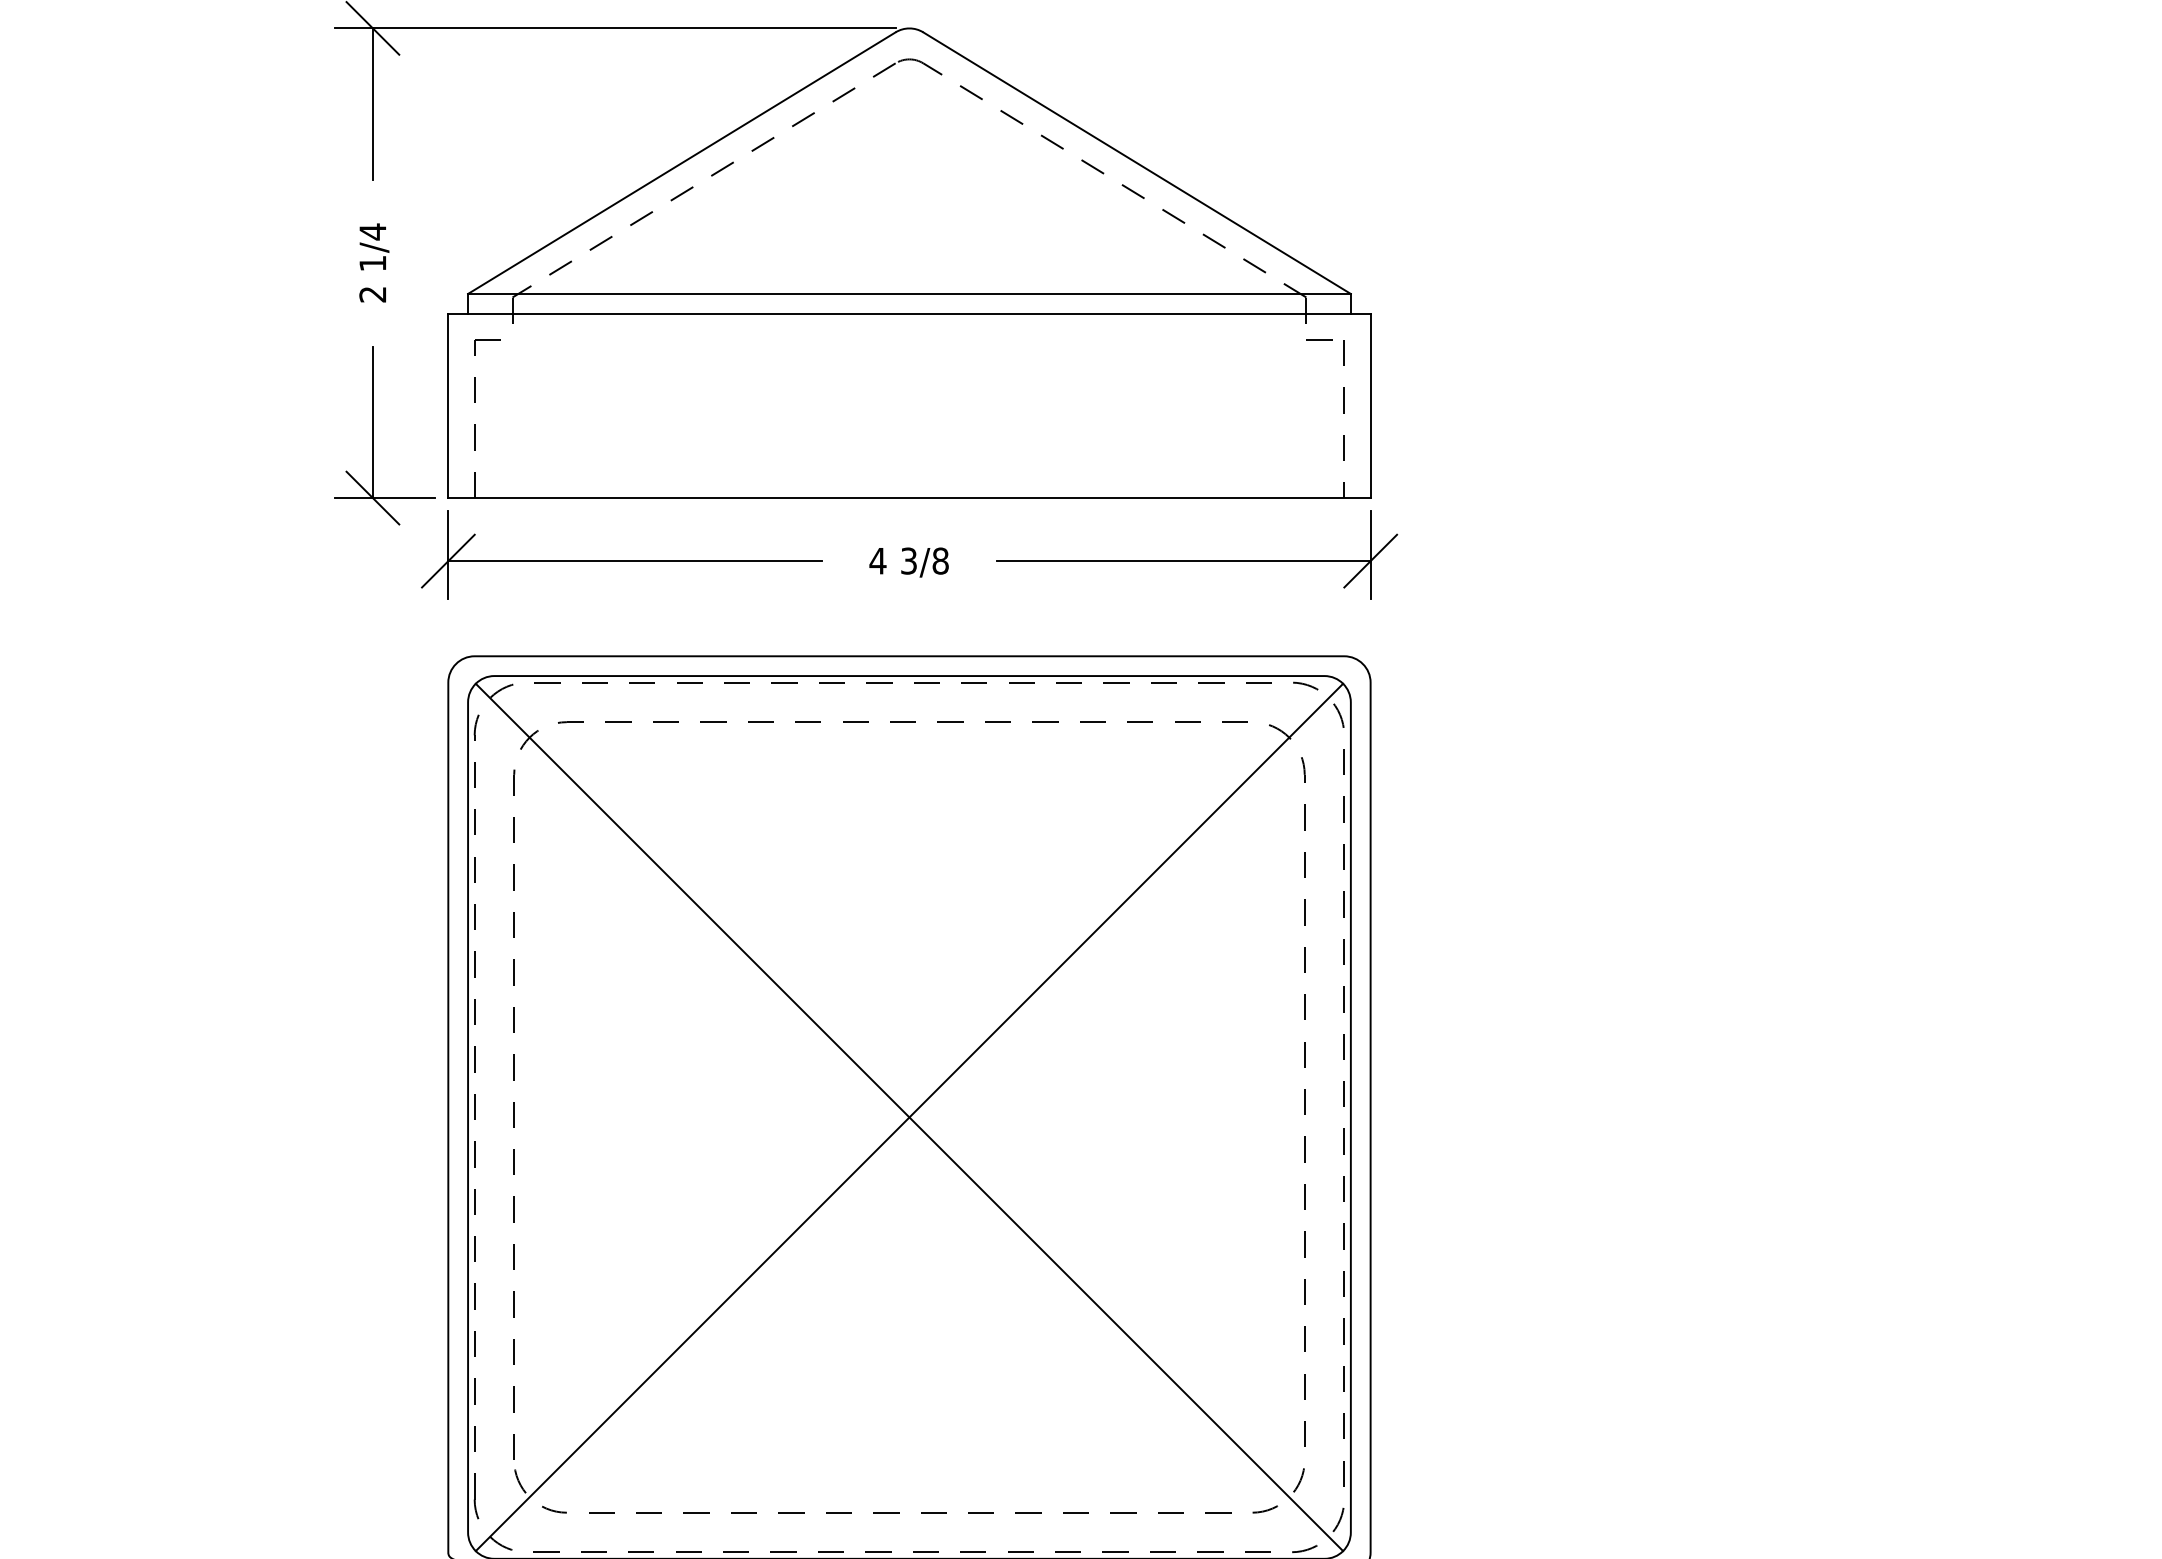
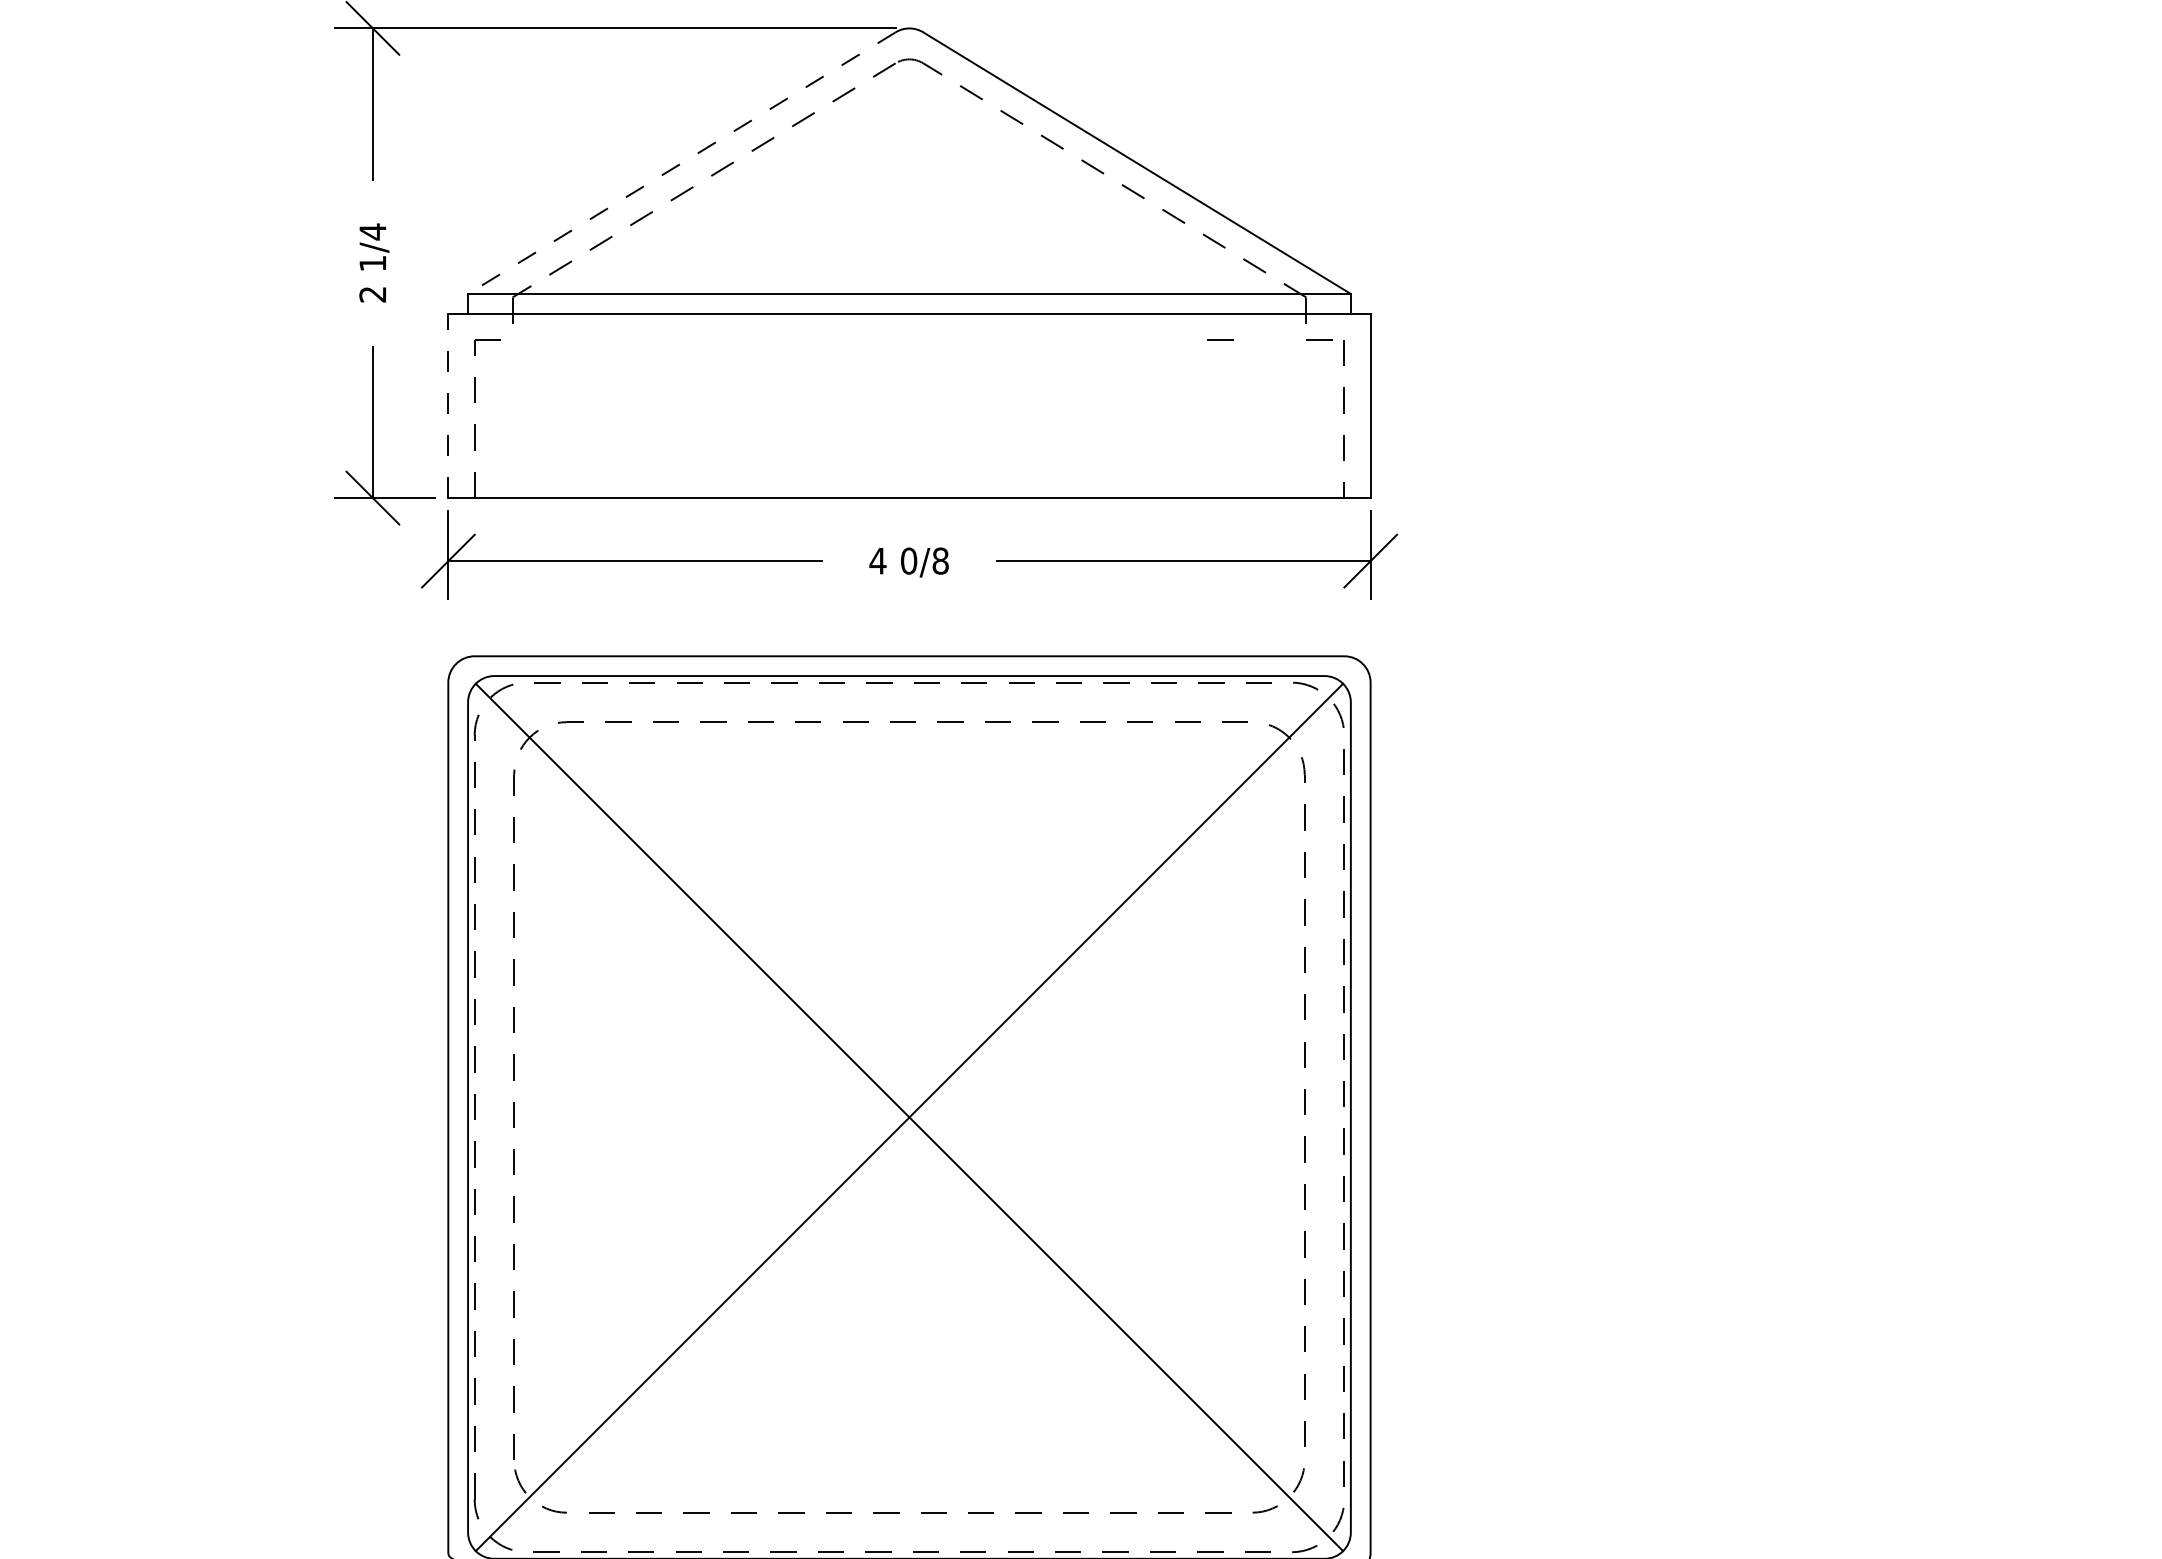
line at (681, 163): solid -> dashed
line at (1220, 339): none -> present
line at (448, 405): solid -> dashed
text at (909, 560): 3/8 -> 0/8
